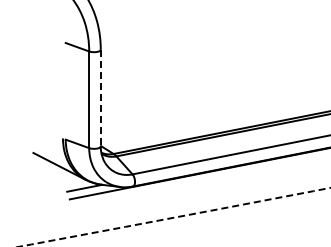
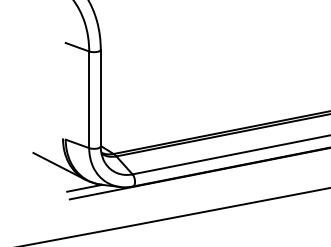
line at (100, 98): dashed -> solid
arc at (174, 217): dashed -> solid
